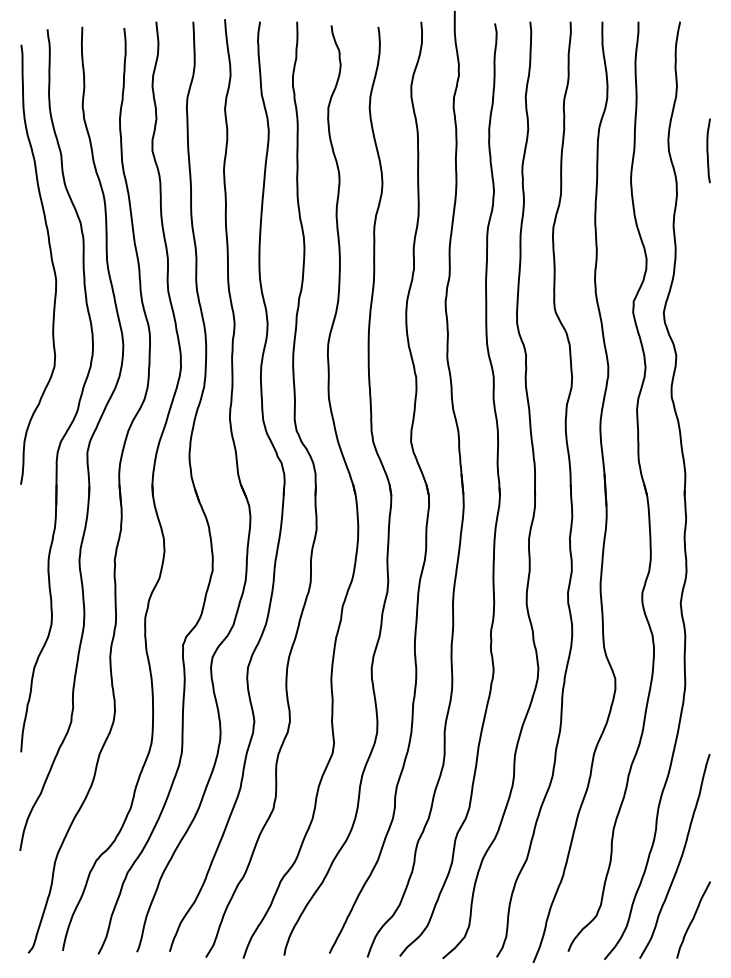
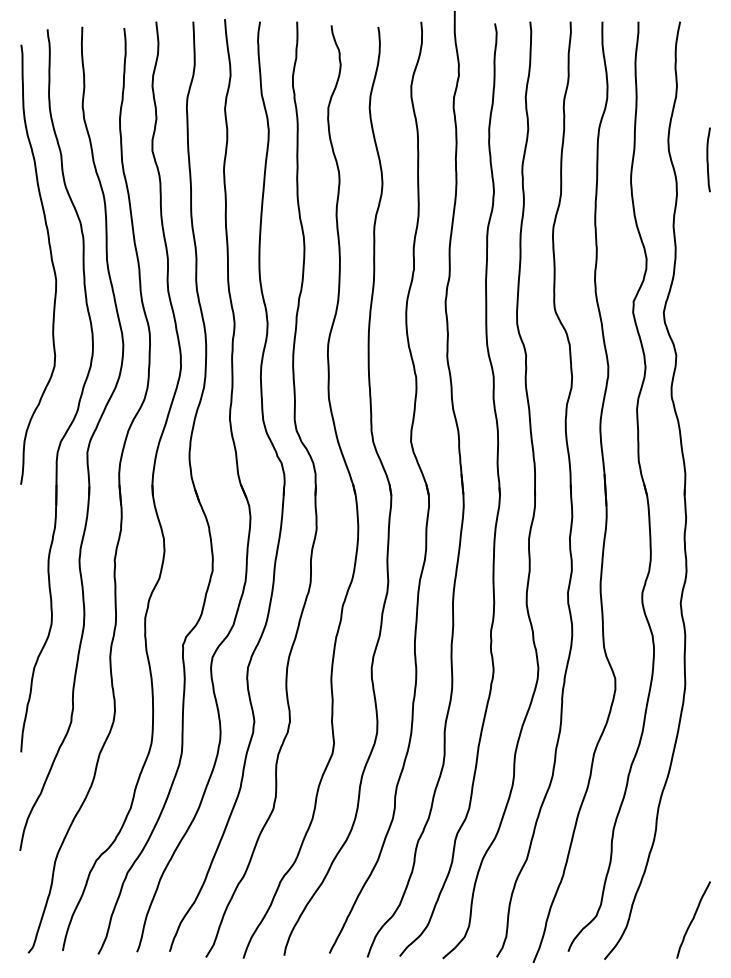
curve at (708, 150) position: (708, 150) -> (708, 159)
curve at (679, 859): present -> none
